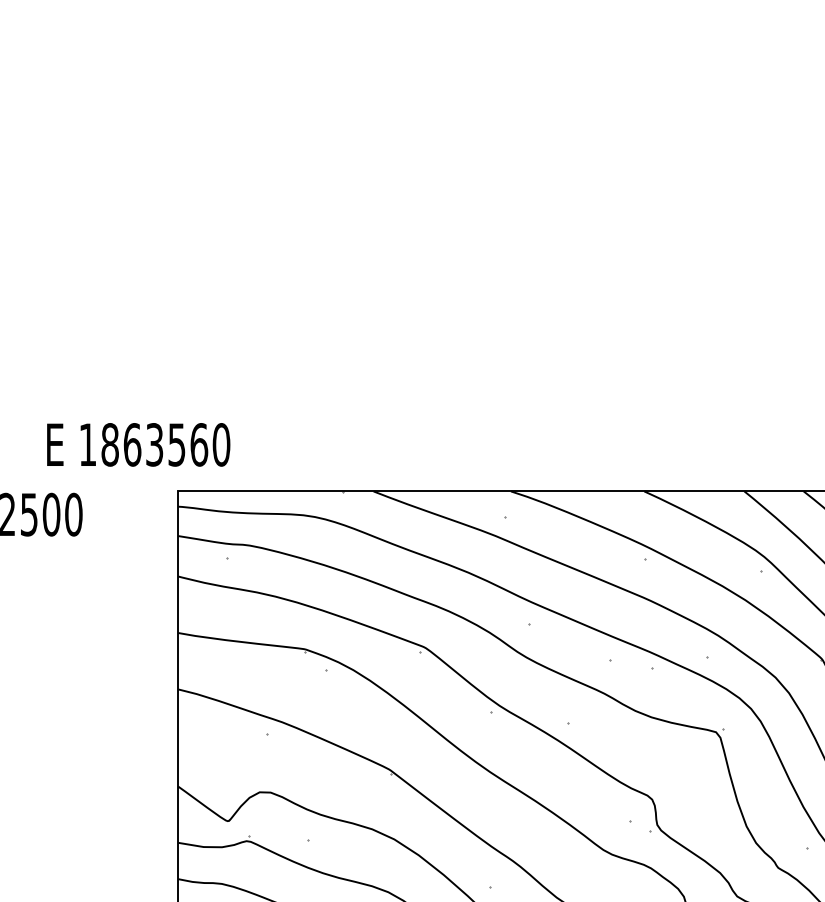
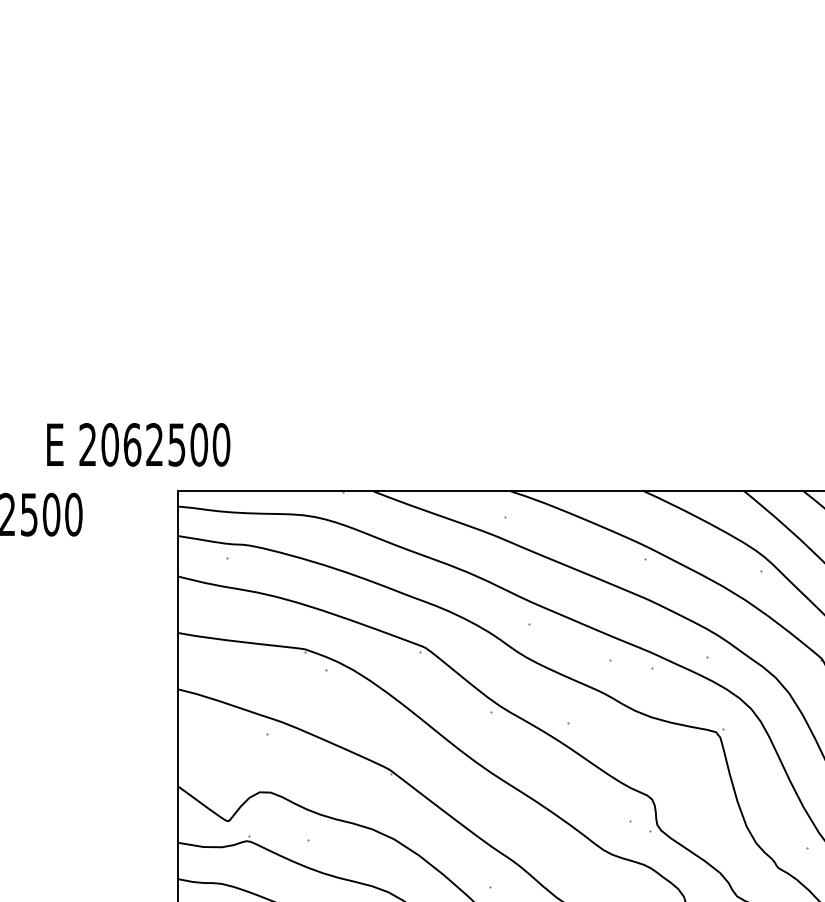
text at (143, 444): 1863560 -> 2062500
